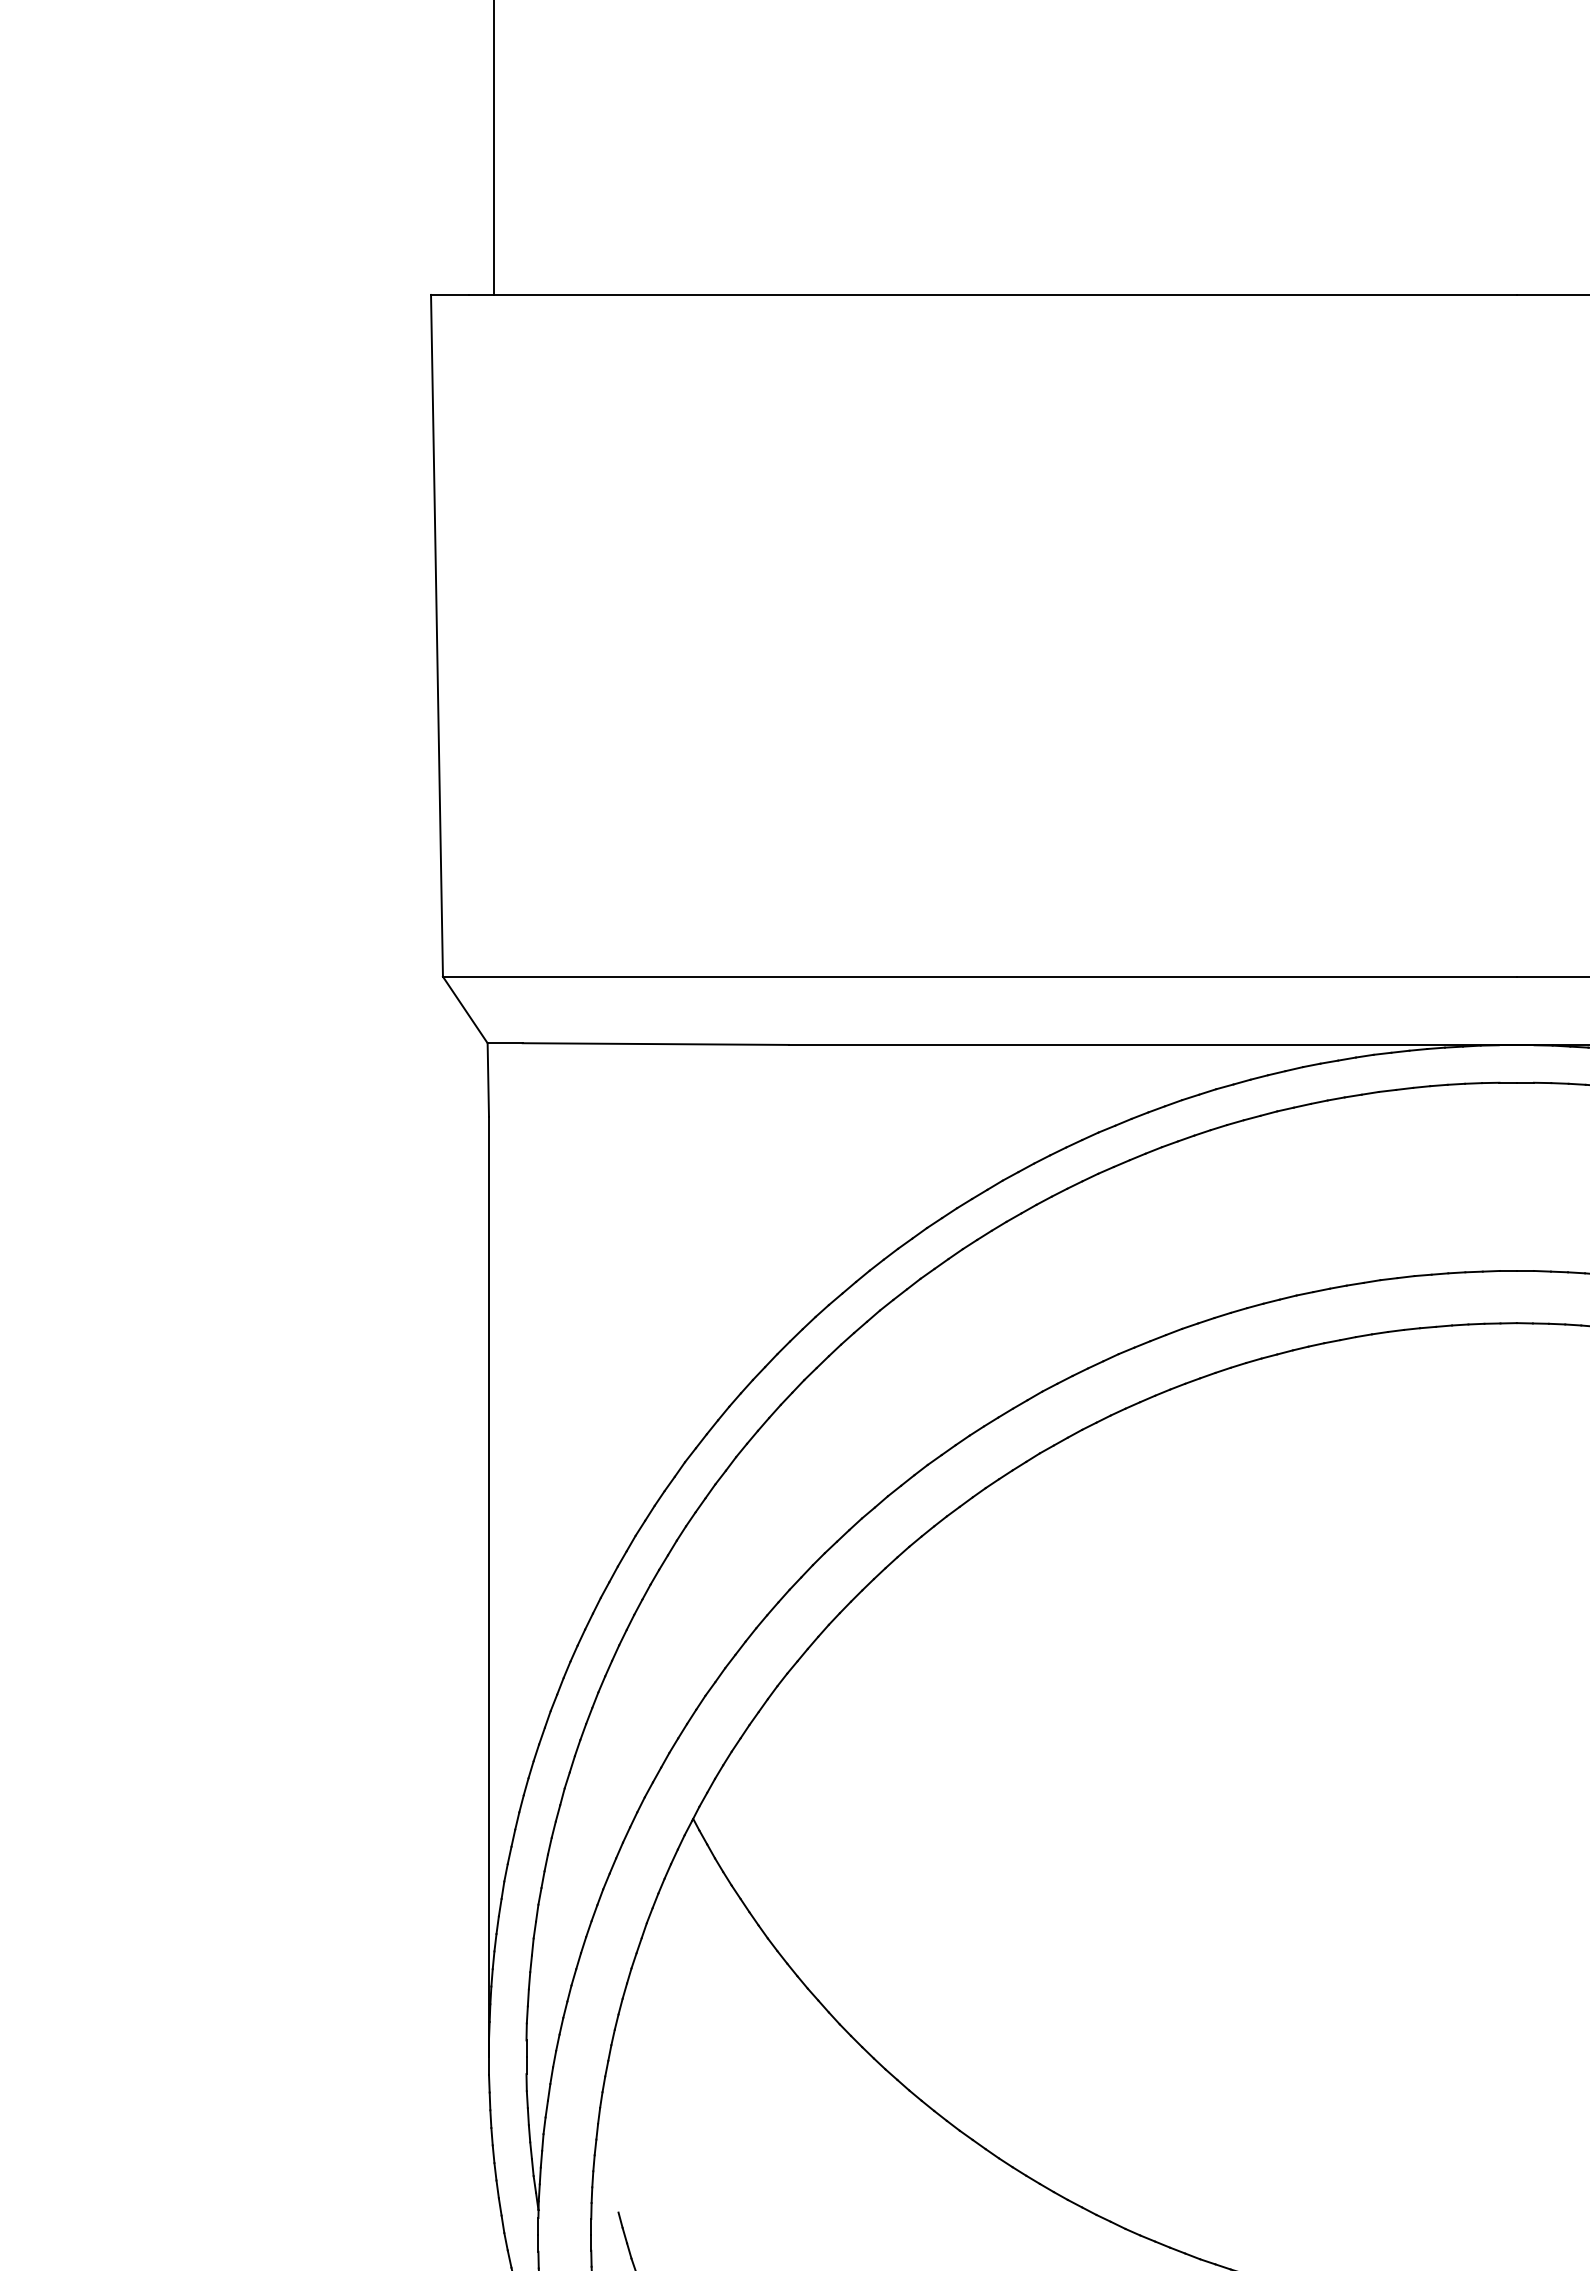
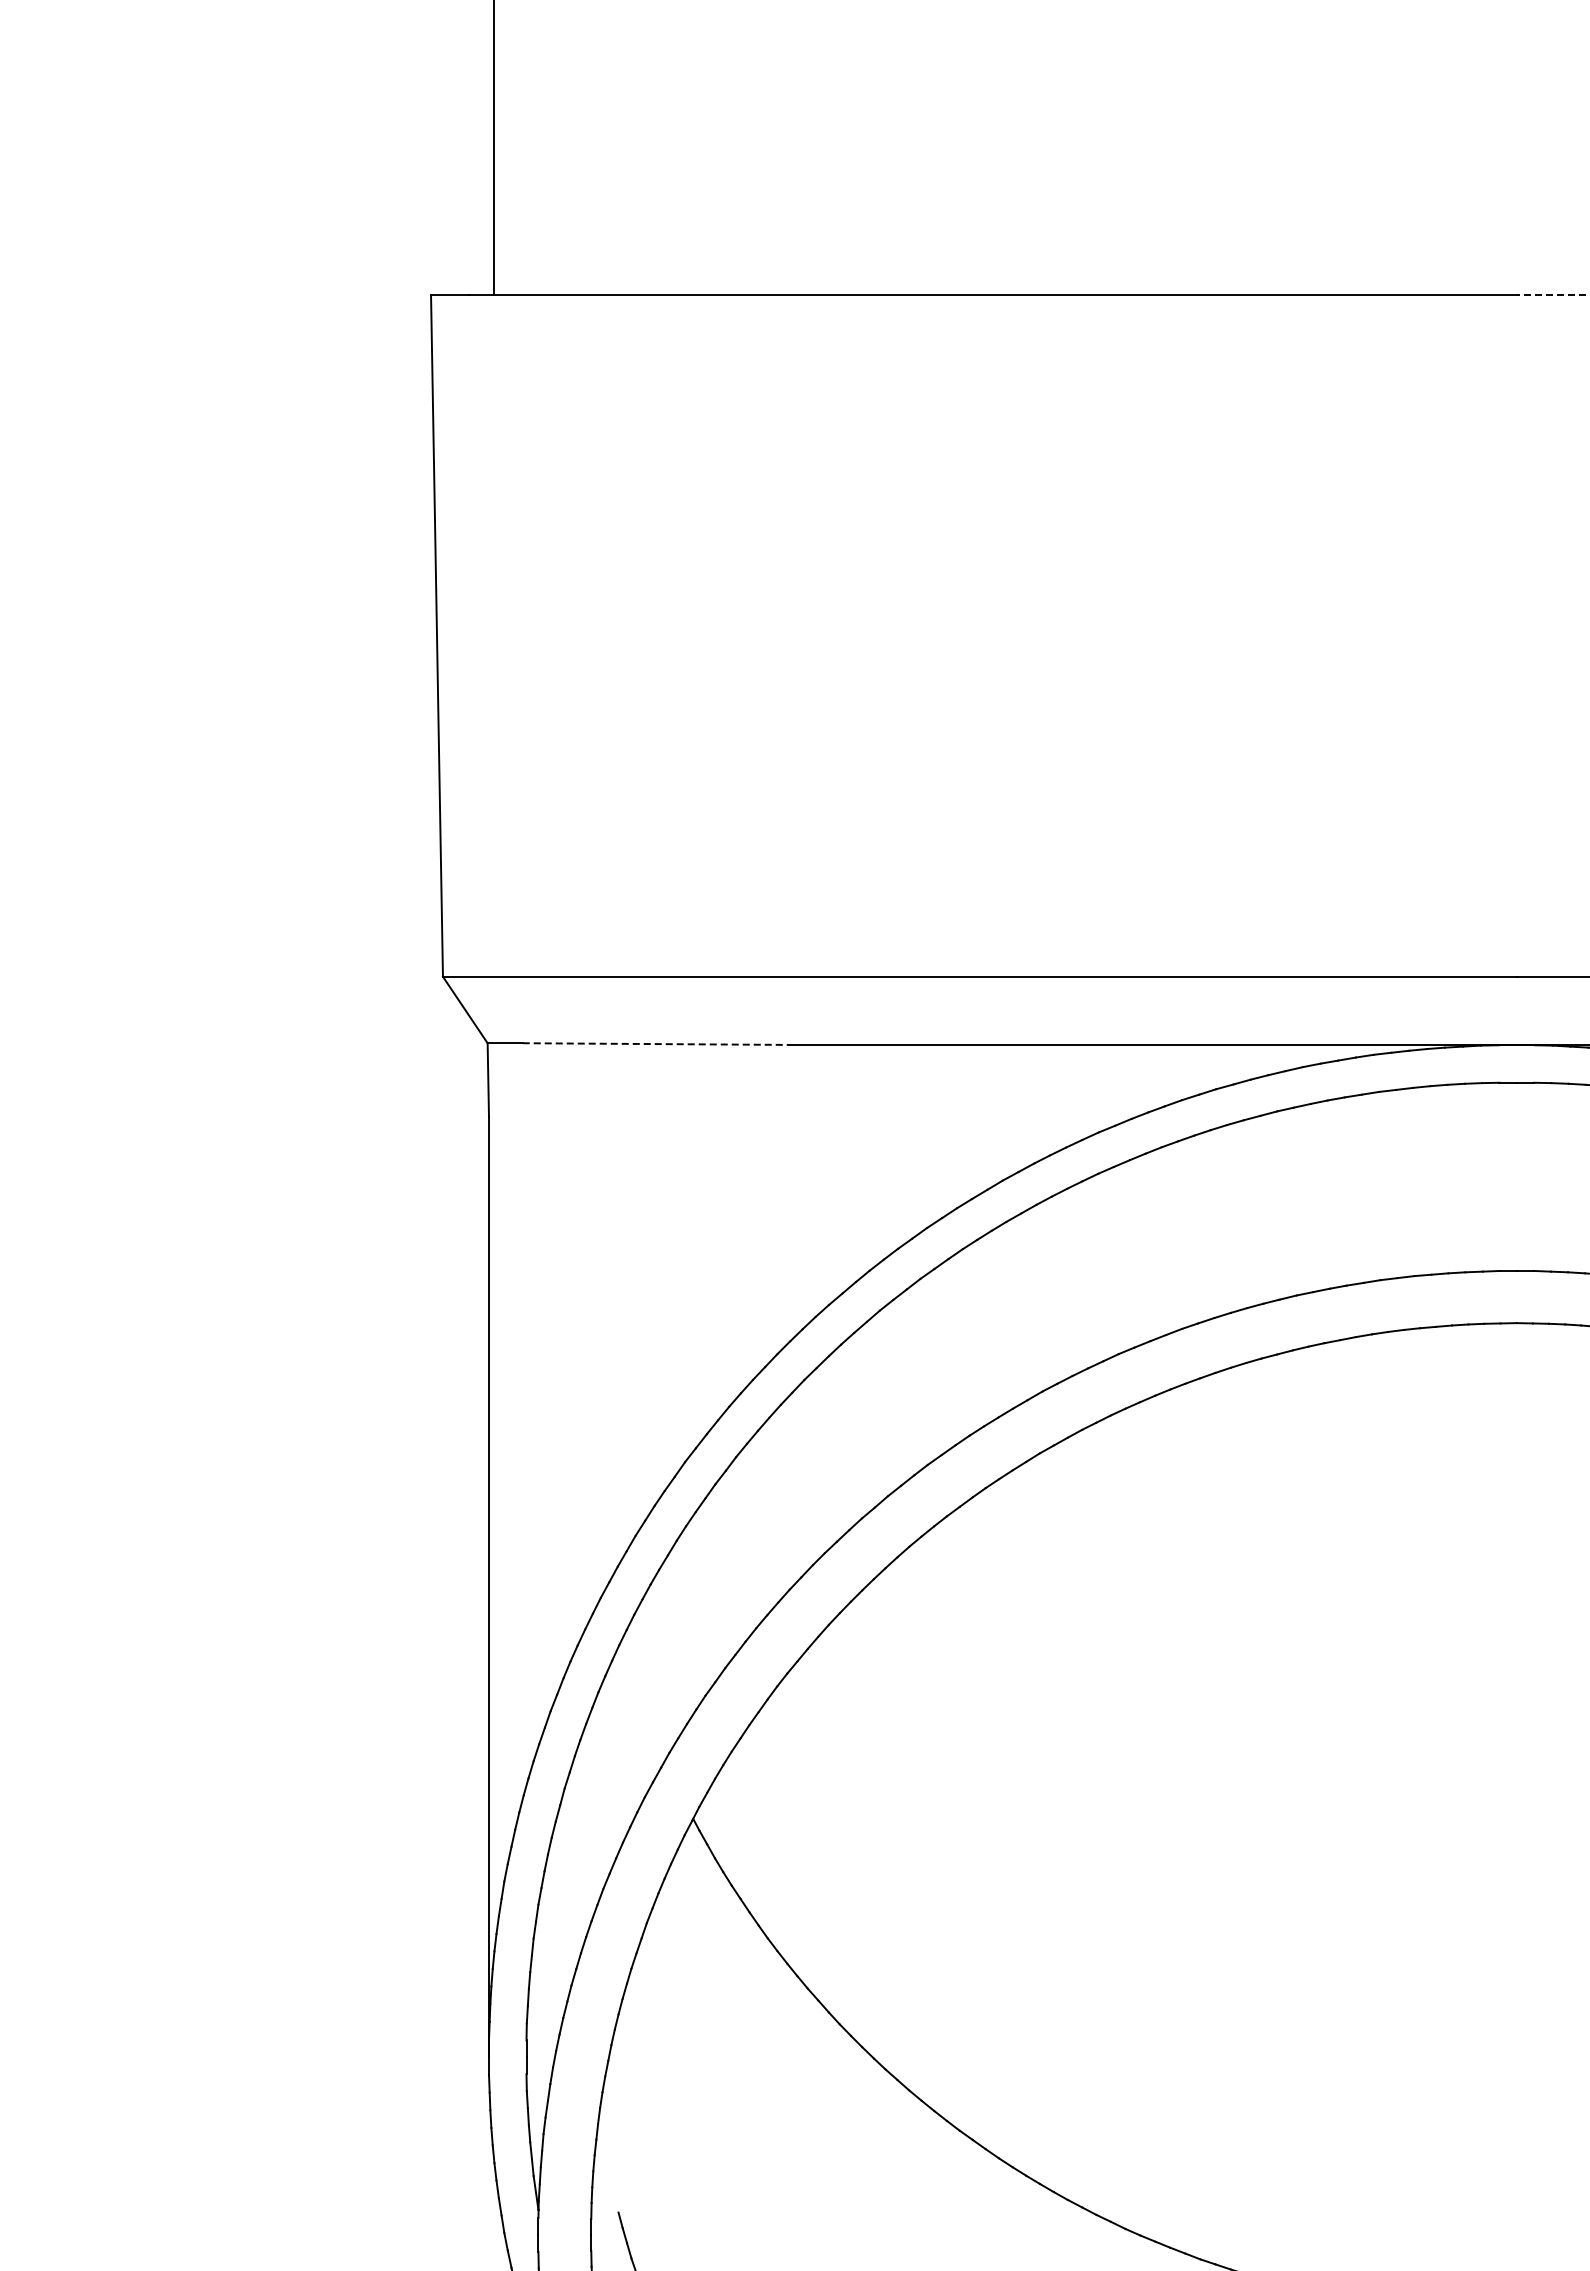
line at (1552, 294): solid -> dashed
line at (656, 1044): solid -> dashed
